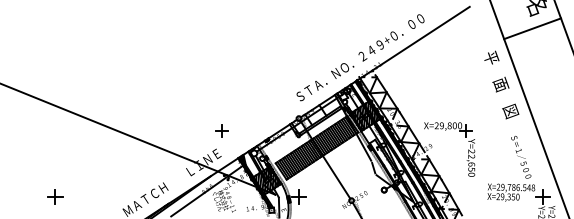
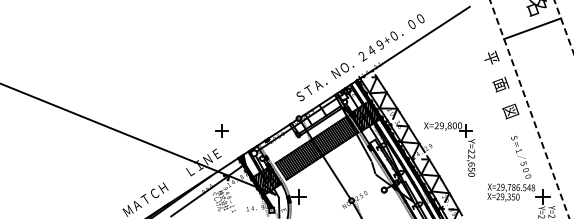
line at (564, 27): solid -> dashed
line at (529, 109): solid -> dashed
part at (55, 196): present -> none
